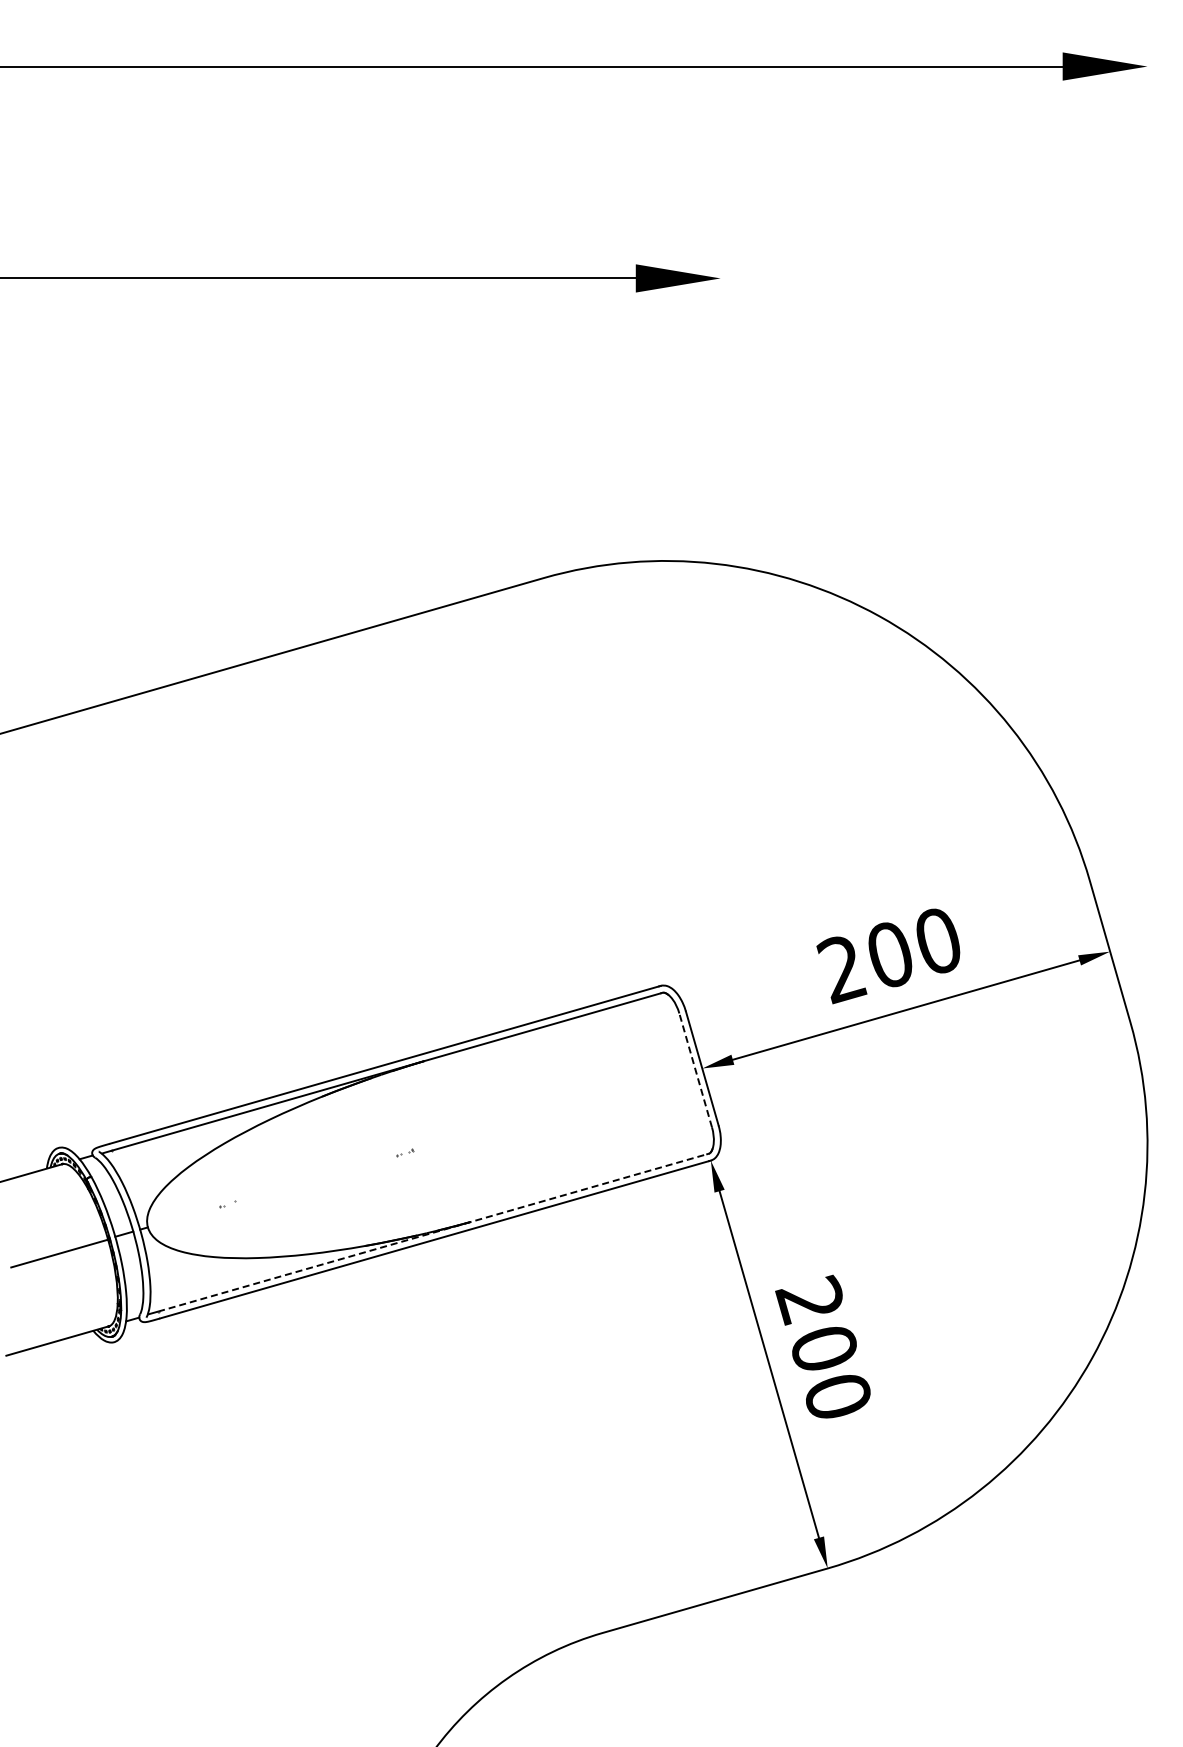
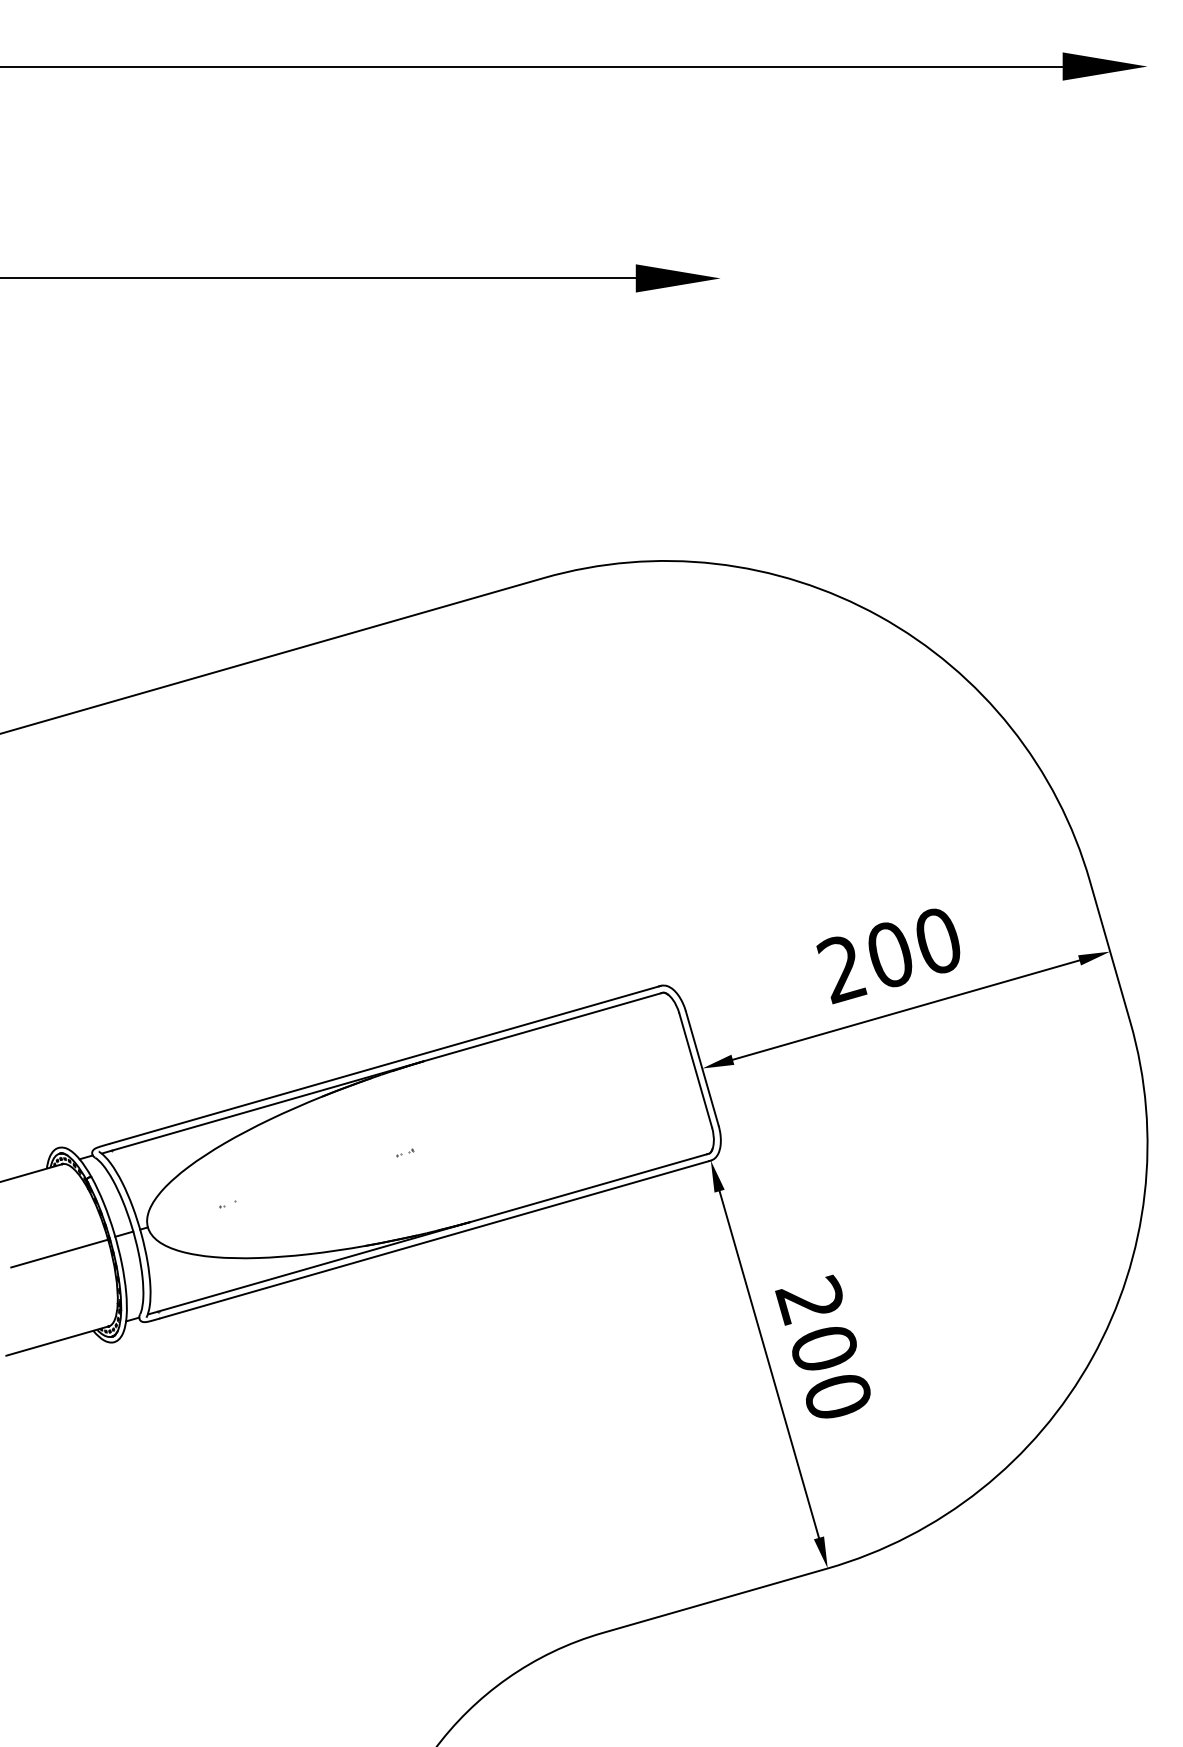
line at (695, 1069): dashed -> solid
line at (432, 1232): dashed -> solid
